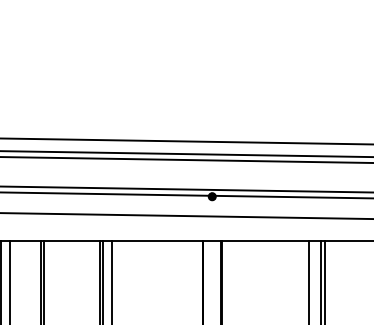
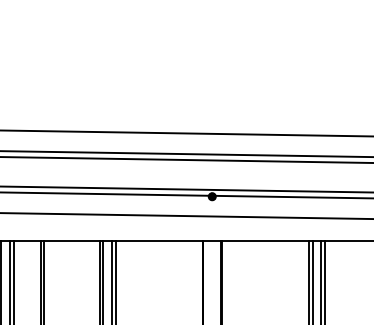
line at (186, 141) position: (186, 141) -> (186, 133)
line at (13, 281): none -> present
line at (115, 281): none -> present
line at (312, 281): none -> present
